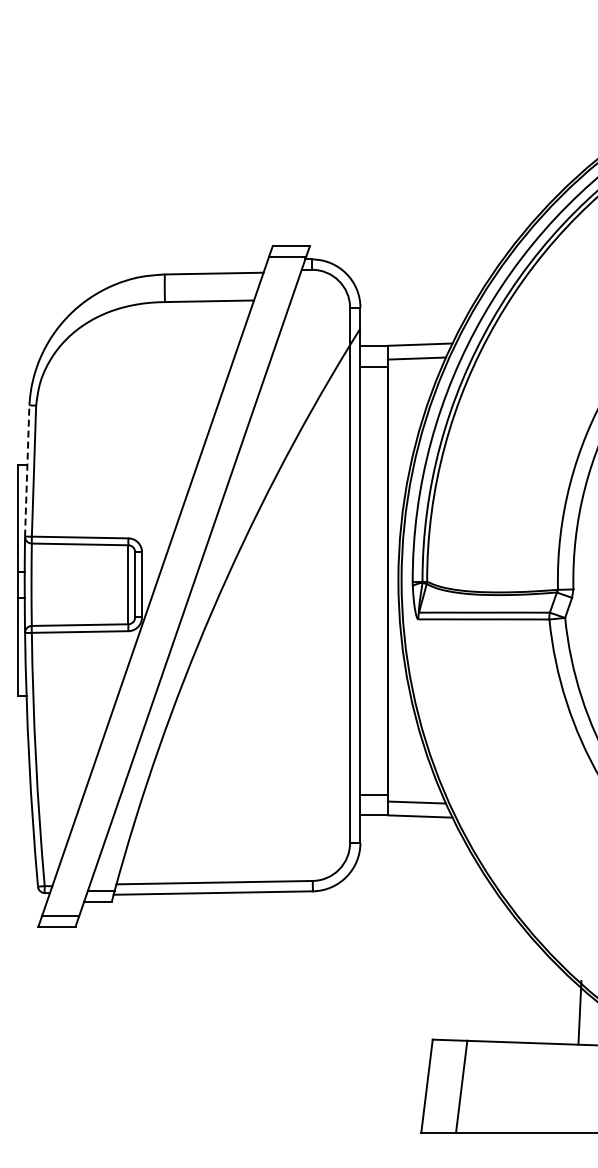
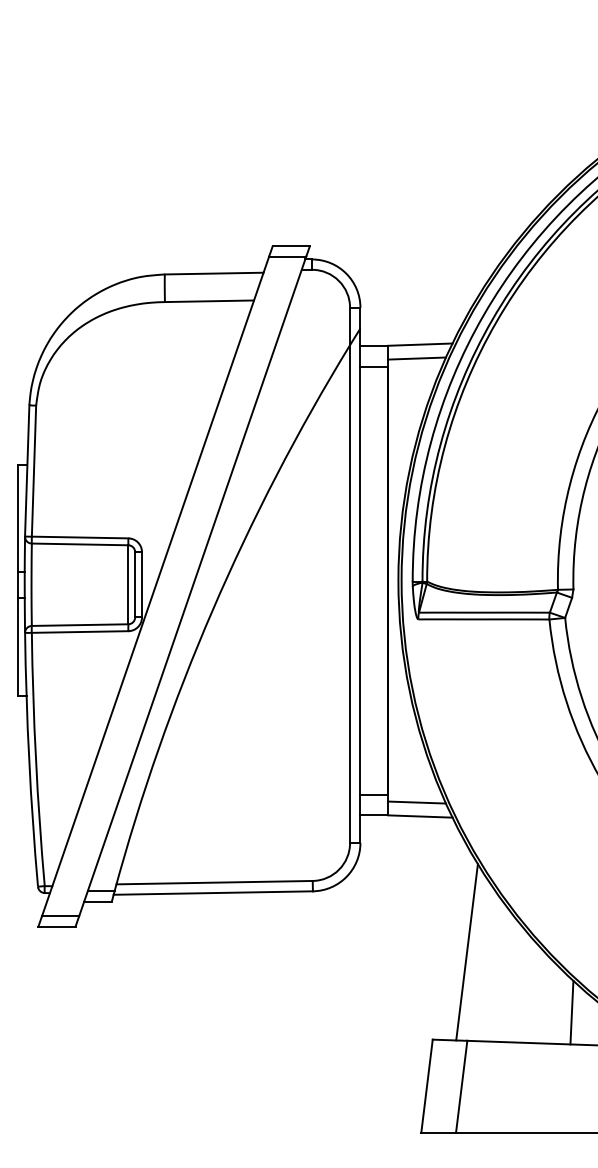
line at (27, 470): dashed -> solid
line at (466, 952): none -> present
line at (579, 1012) position: (579, 1012) -> (571, 1012)
